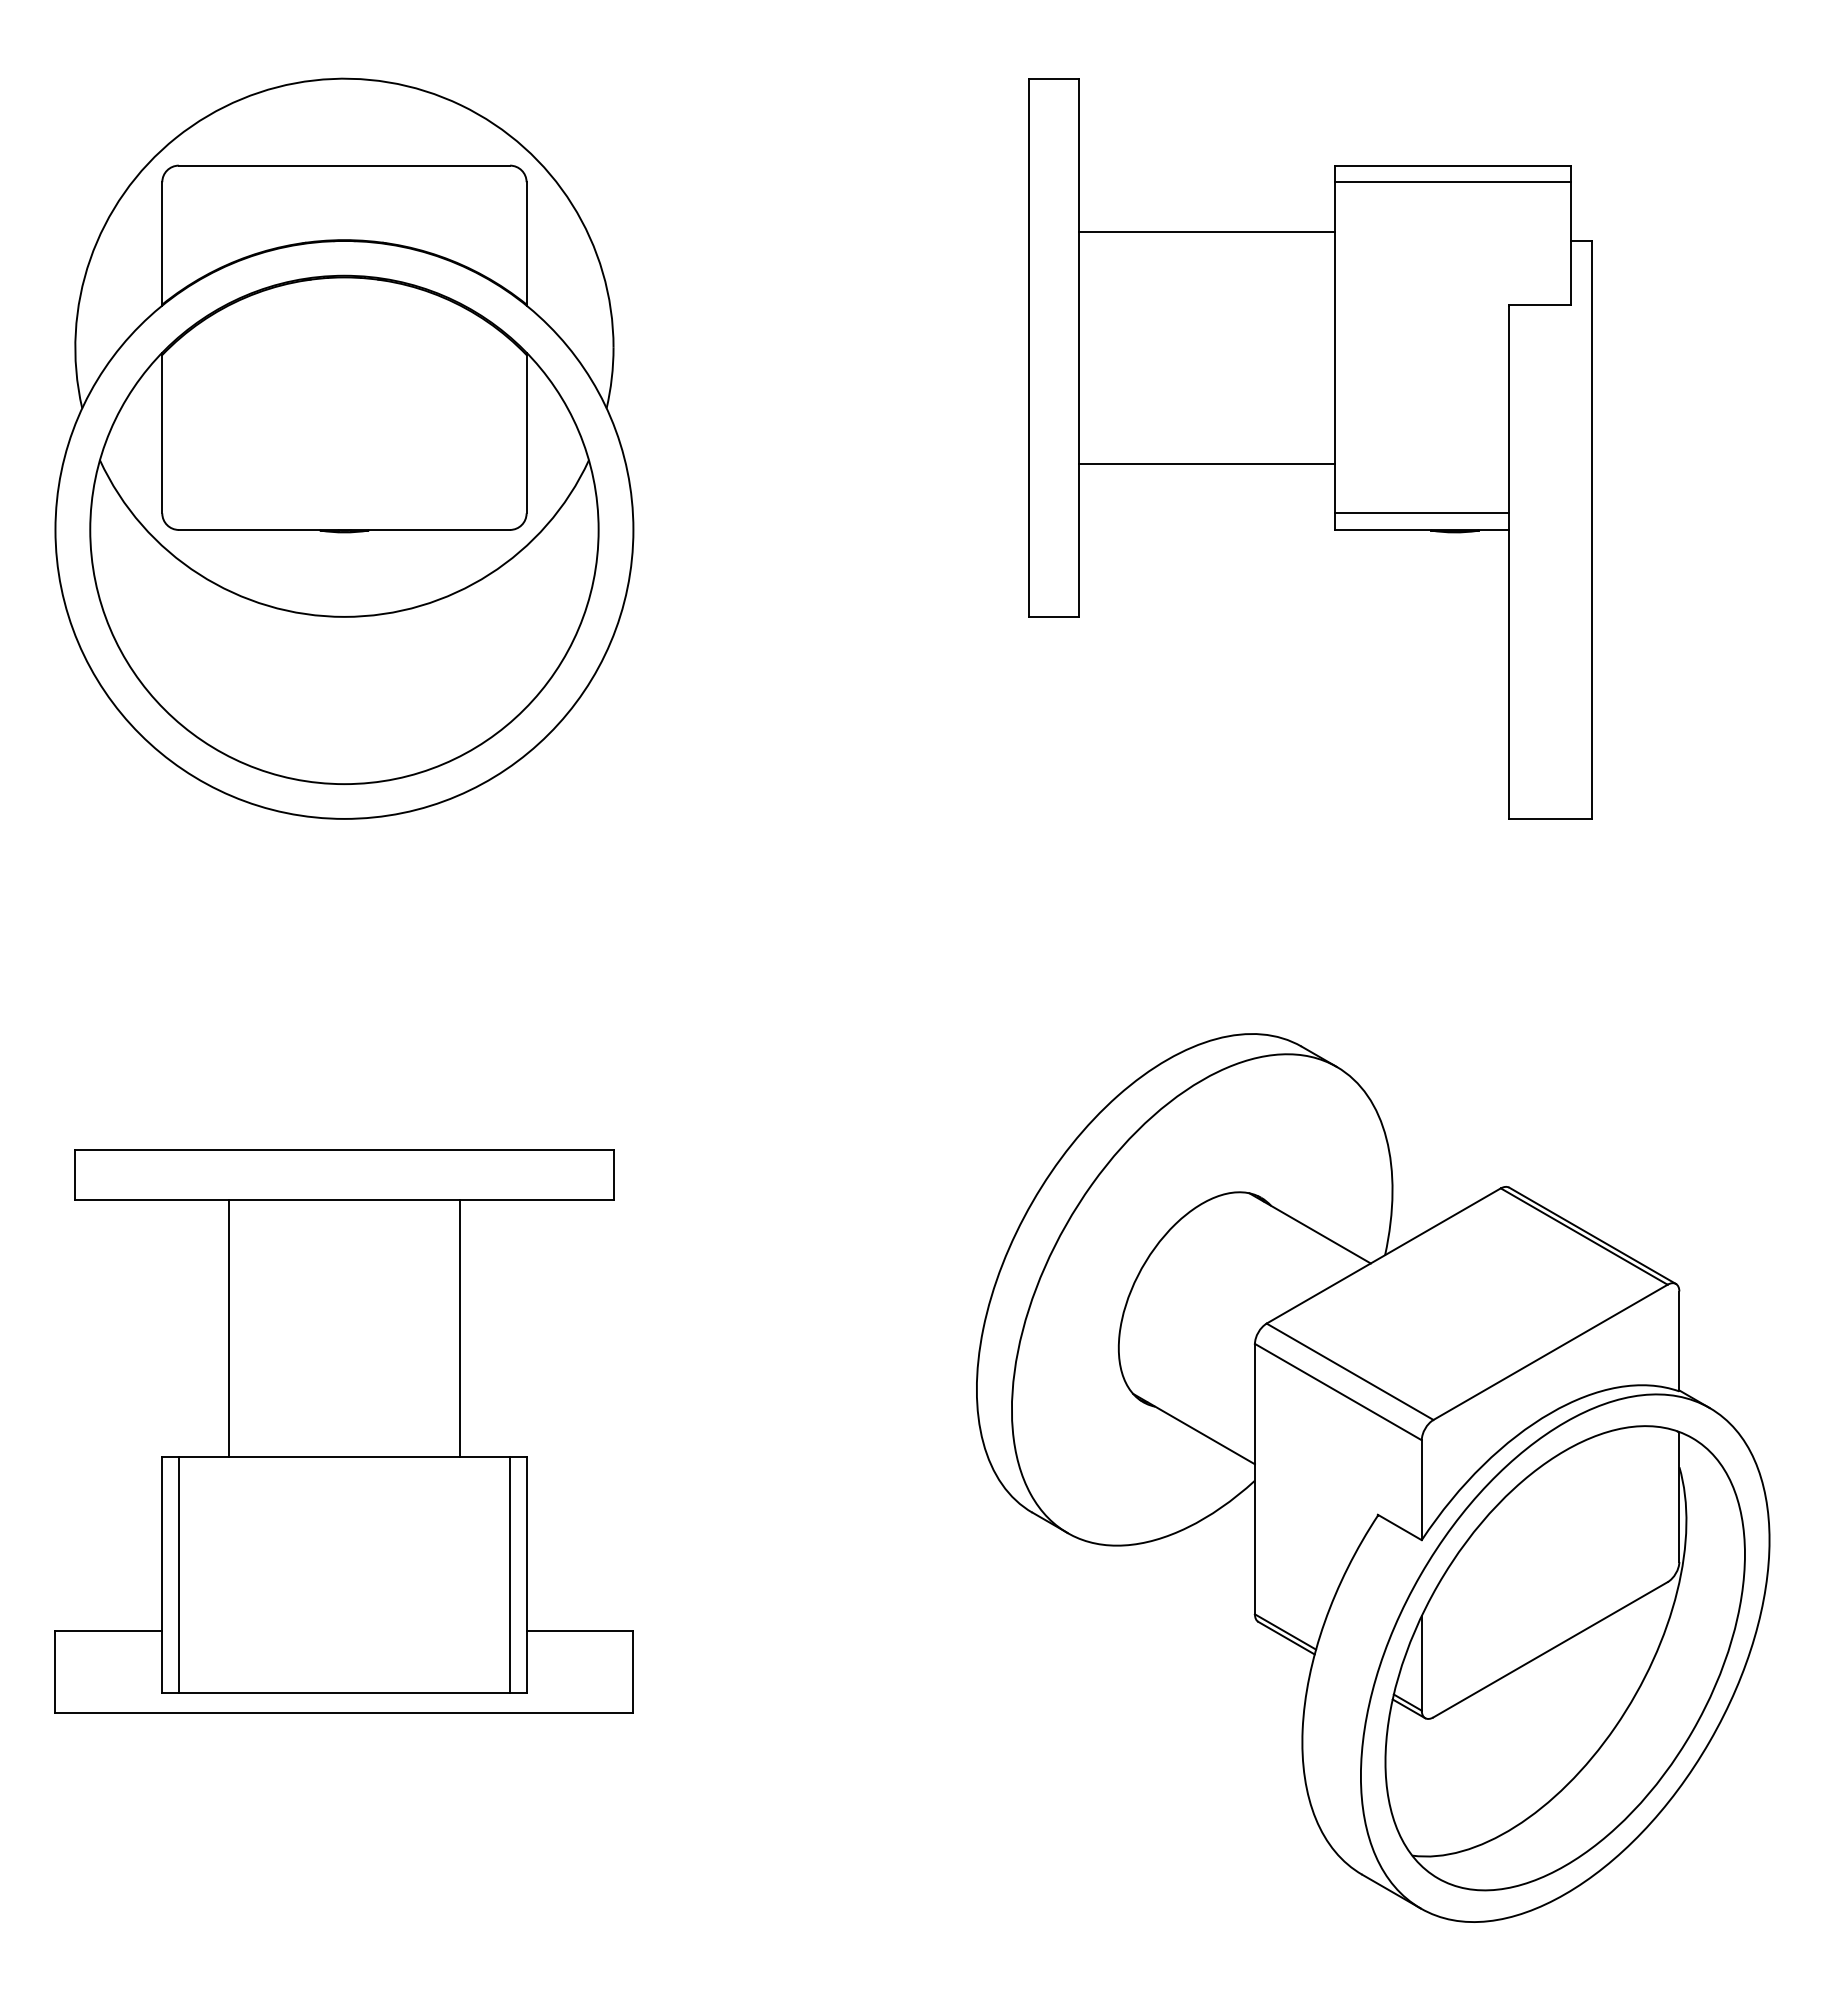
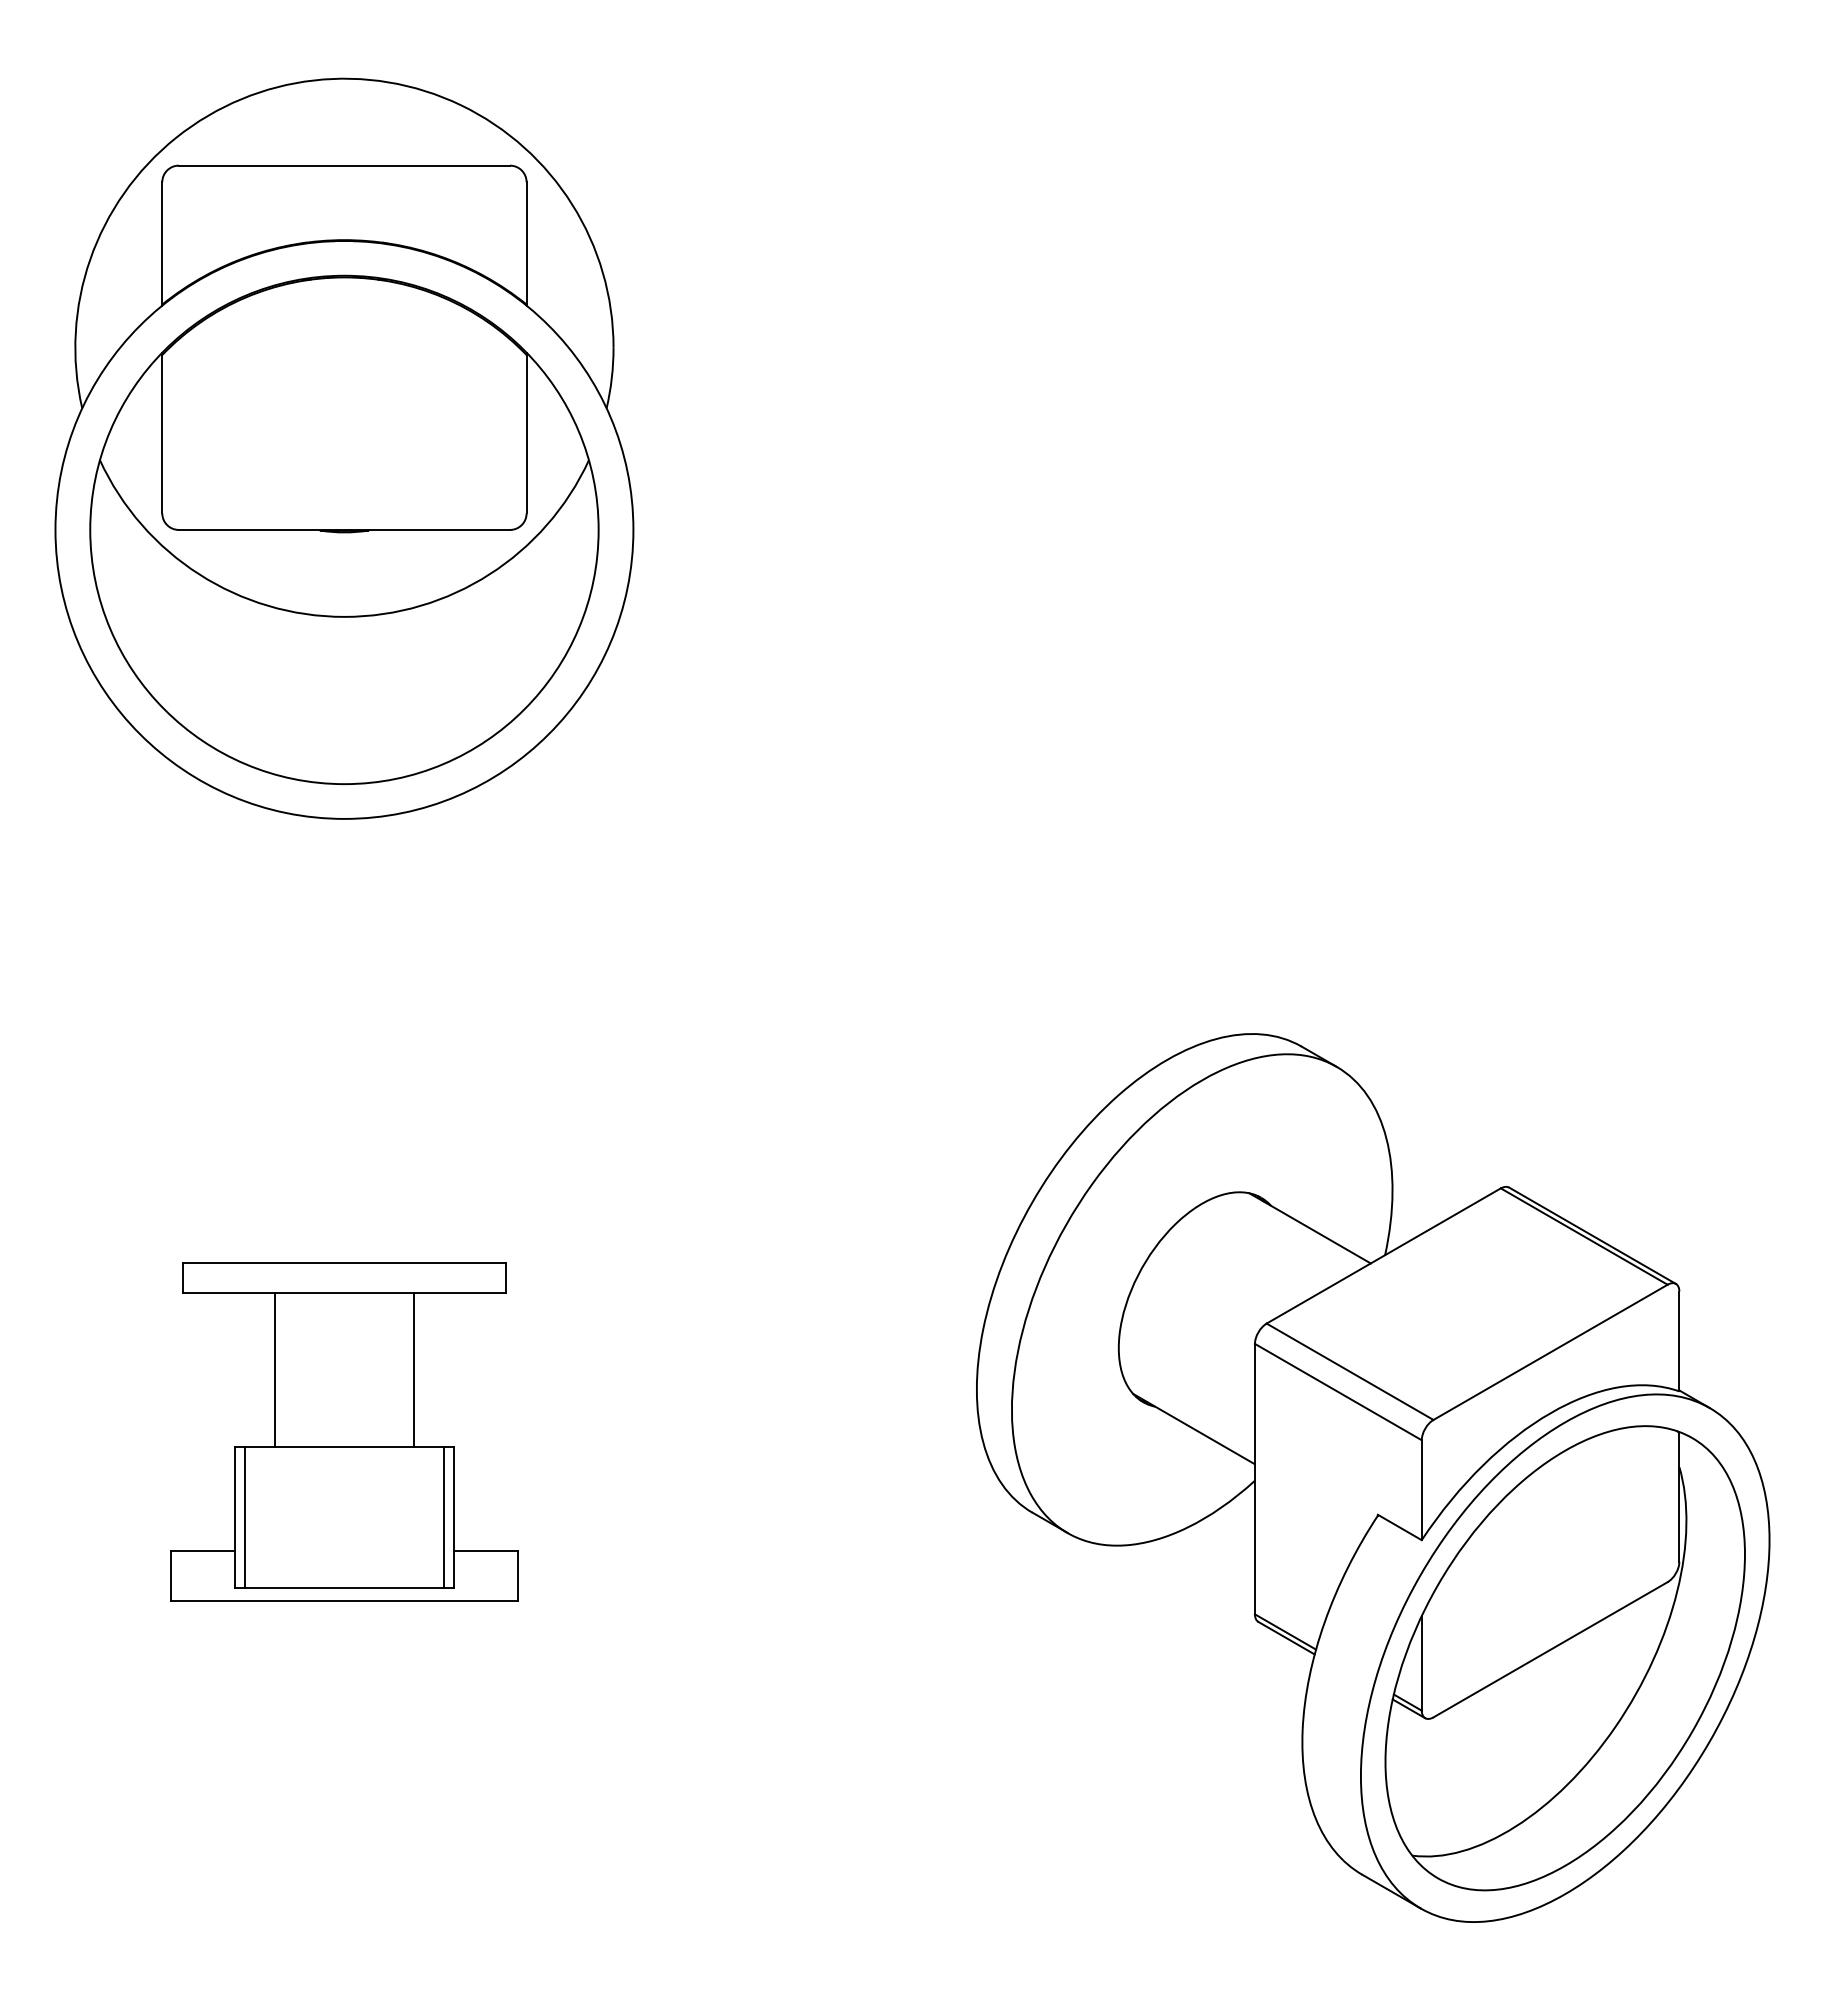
part at (1310, 448): present -> none
part at (343, 1431) size: 580x565 px -> 349x340 px
